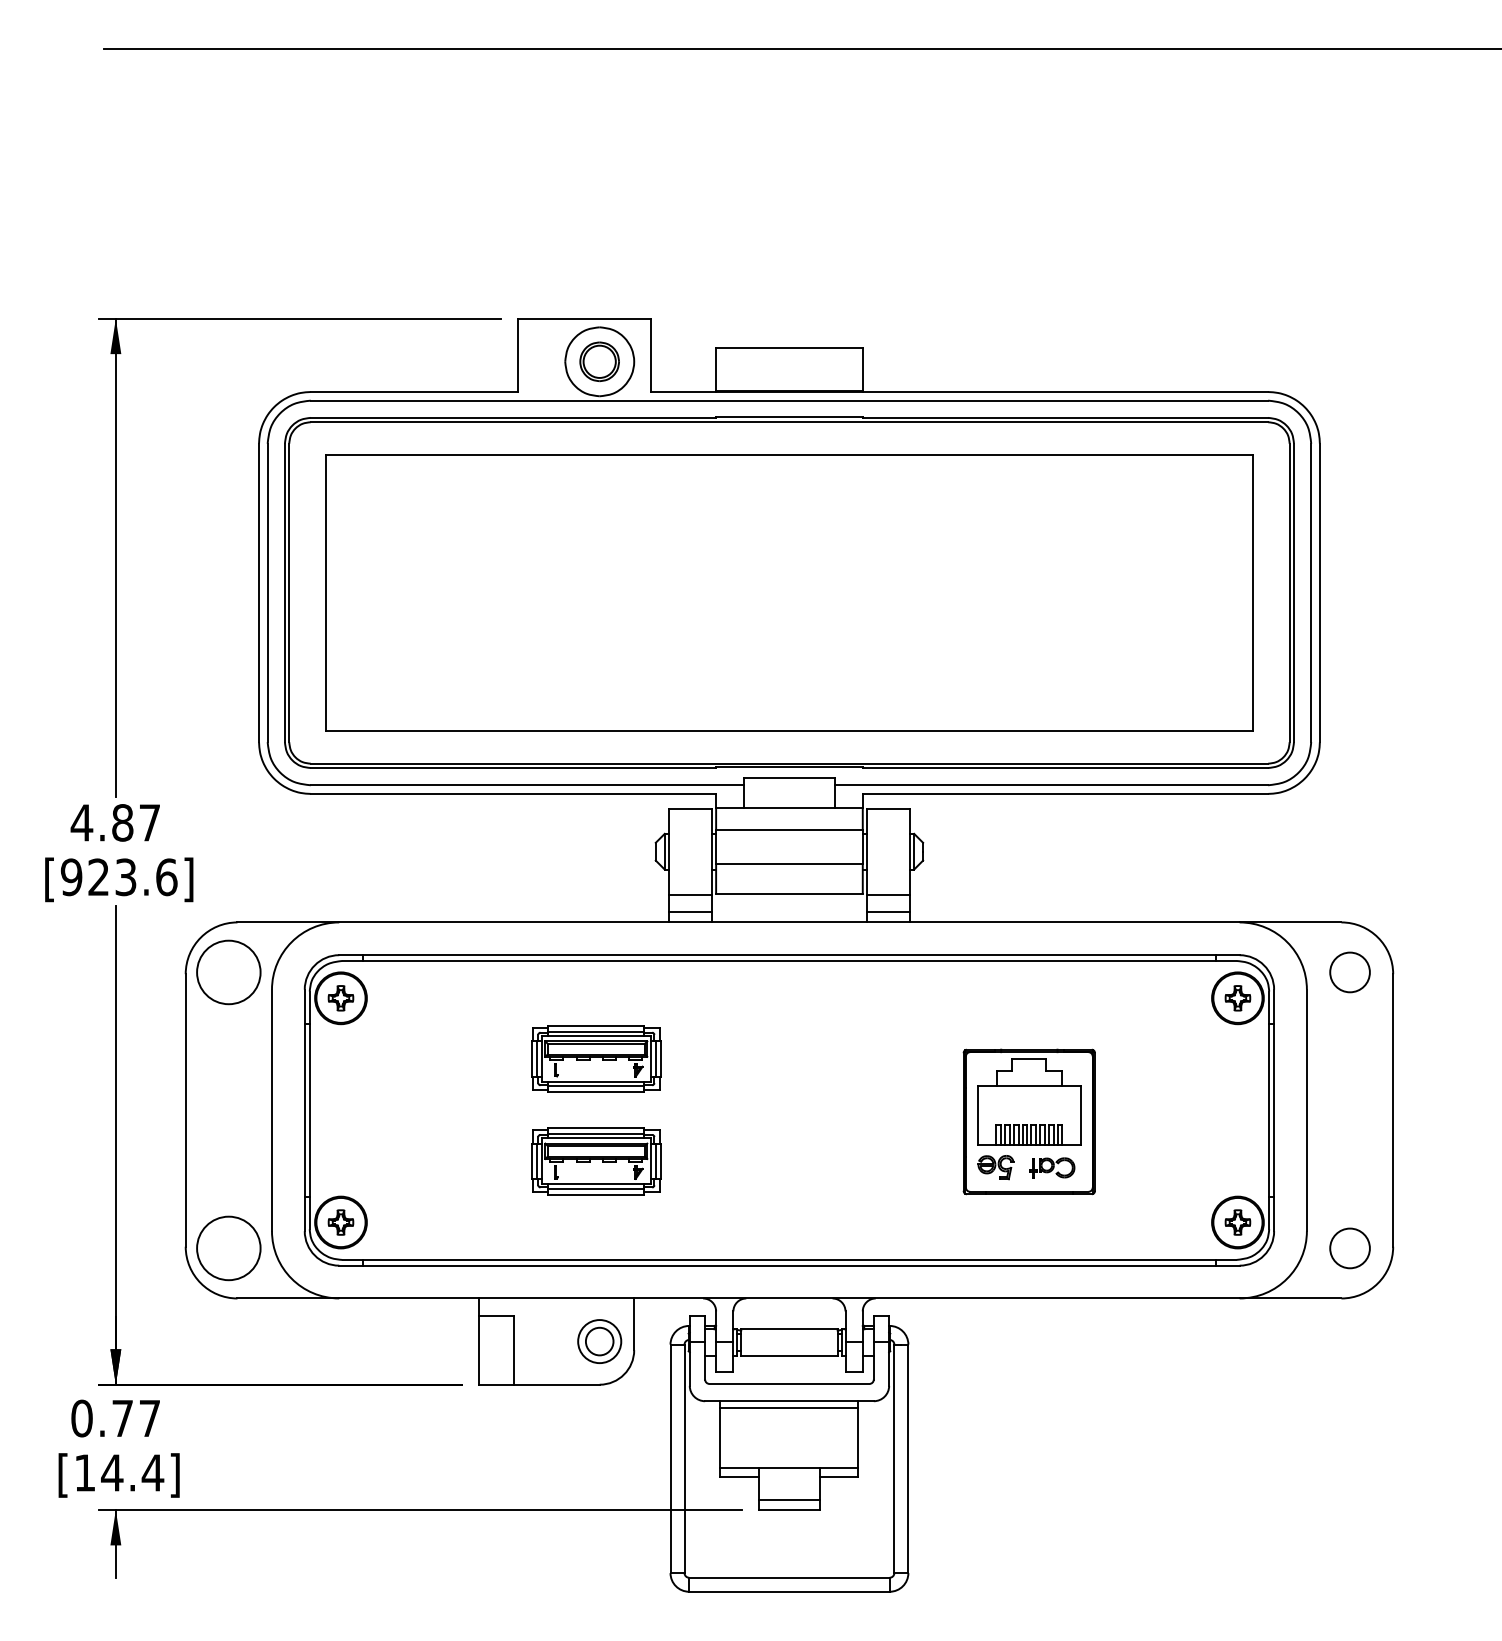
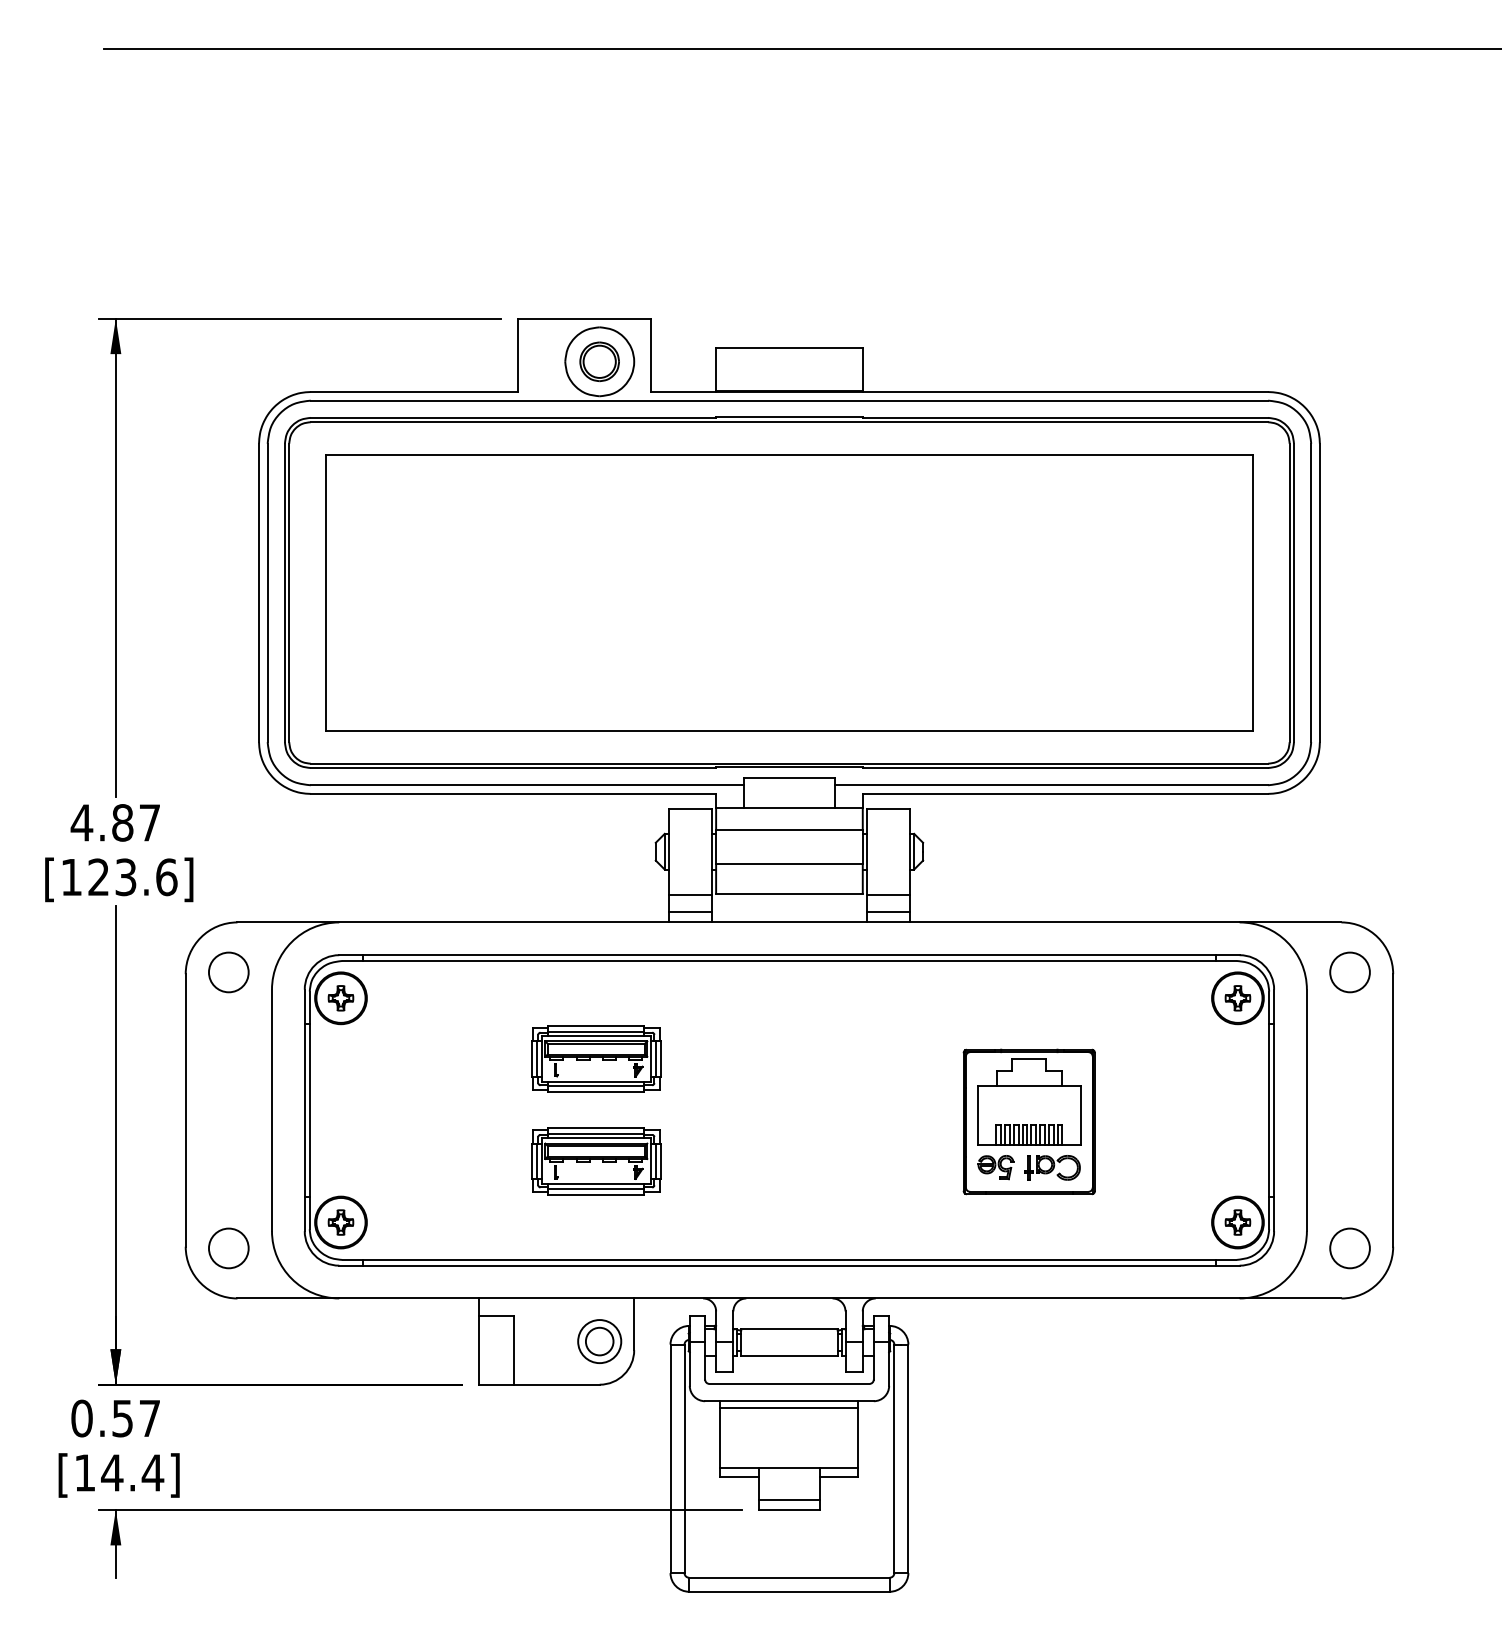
text at (71, 877): [923.6] -> [123.6]
circle at (228, 972) diameter: 64 px -> 40 px
part at (1052, 1167) size: 47x22 px -> 57x26 px
circle at (228, 1248) diameter: 64 px -> 40 px
text at (122, 1418): 0.77 -> 0.57
